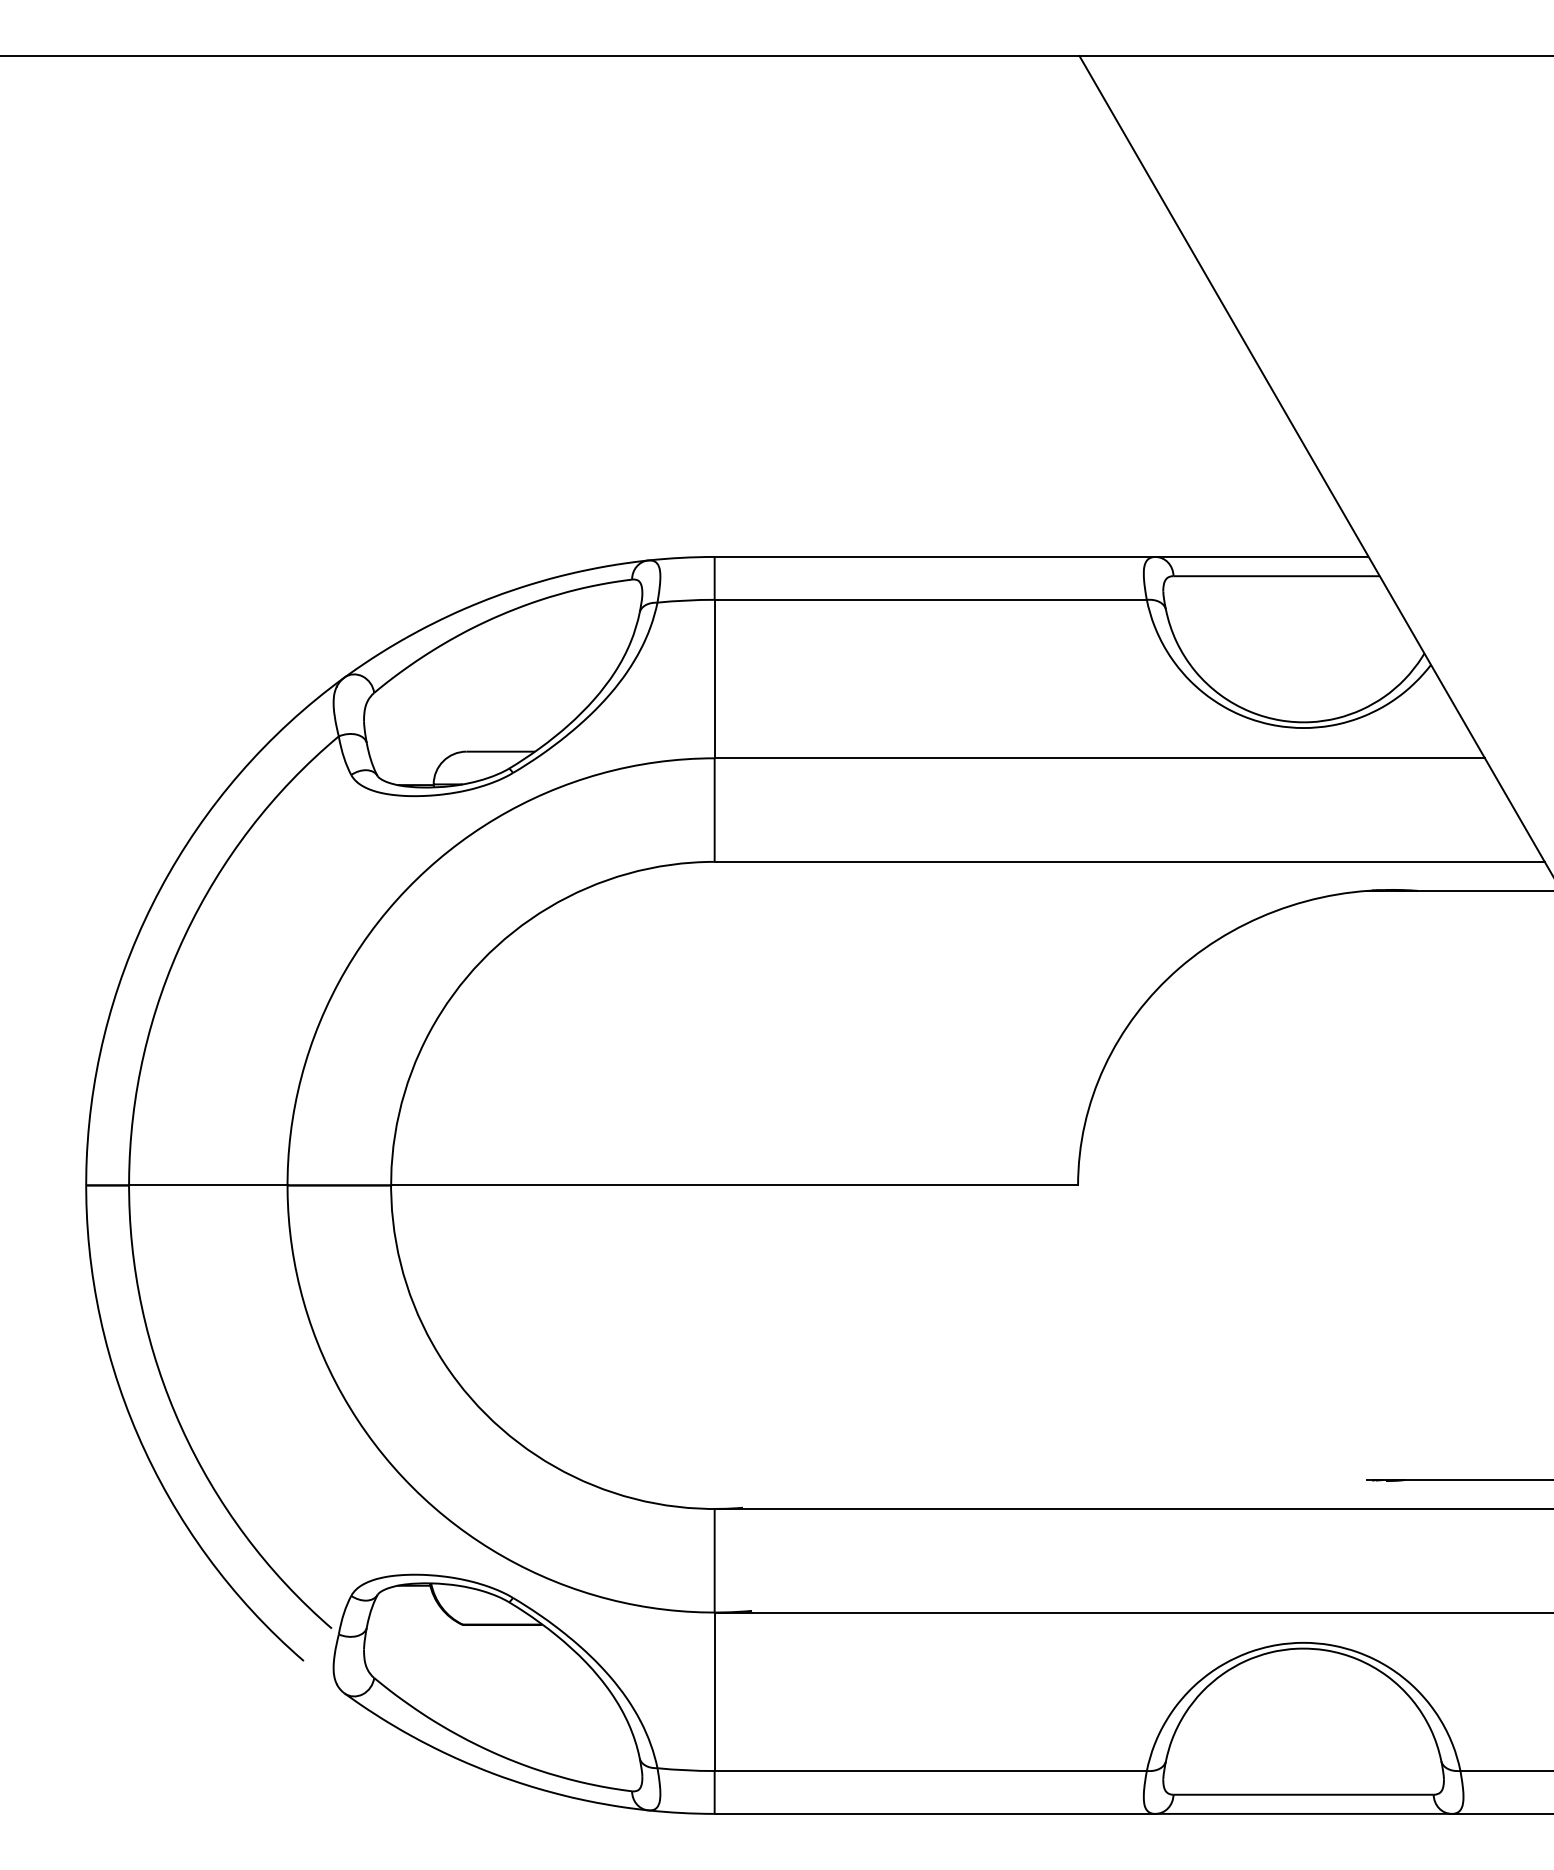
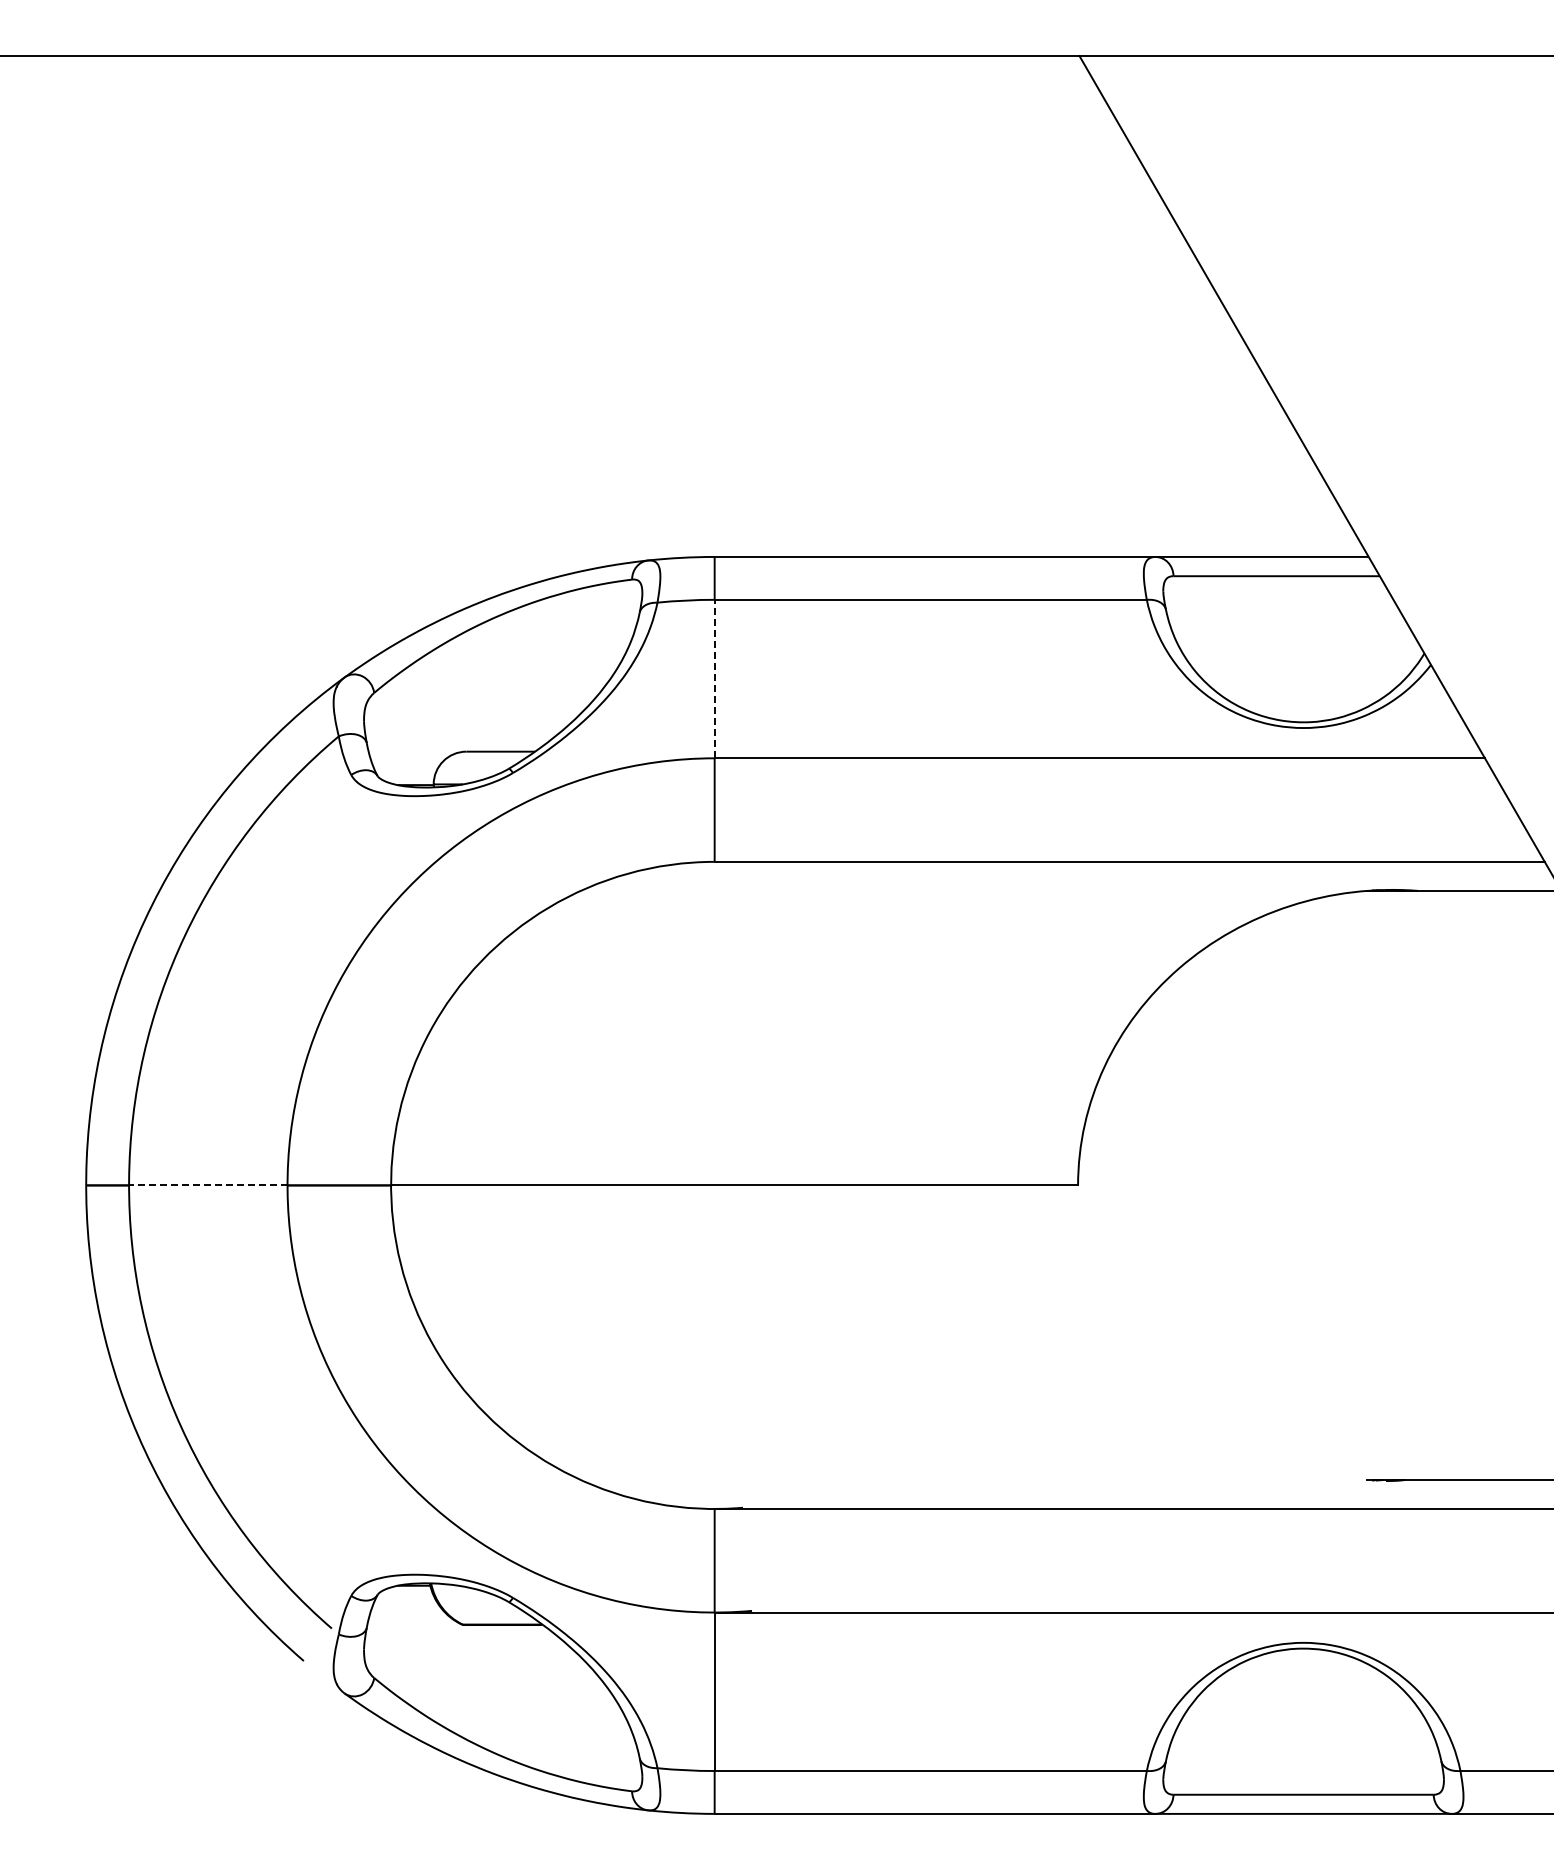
line at (714, 678): solid -> dashed
line at (207, 1185): solid -> dashed
